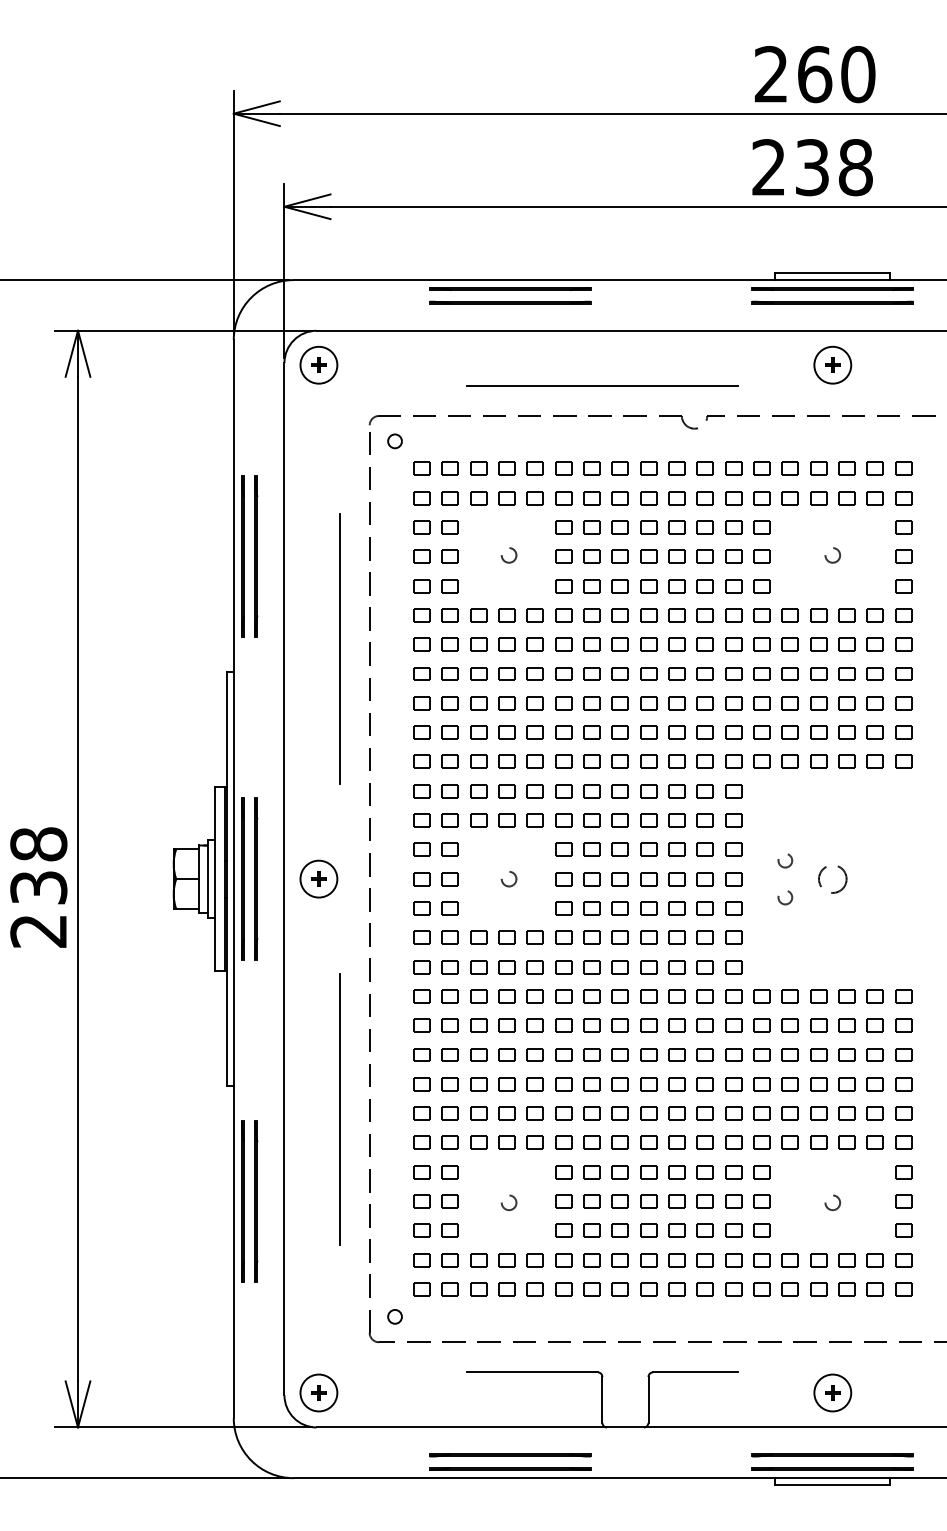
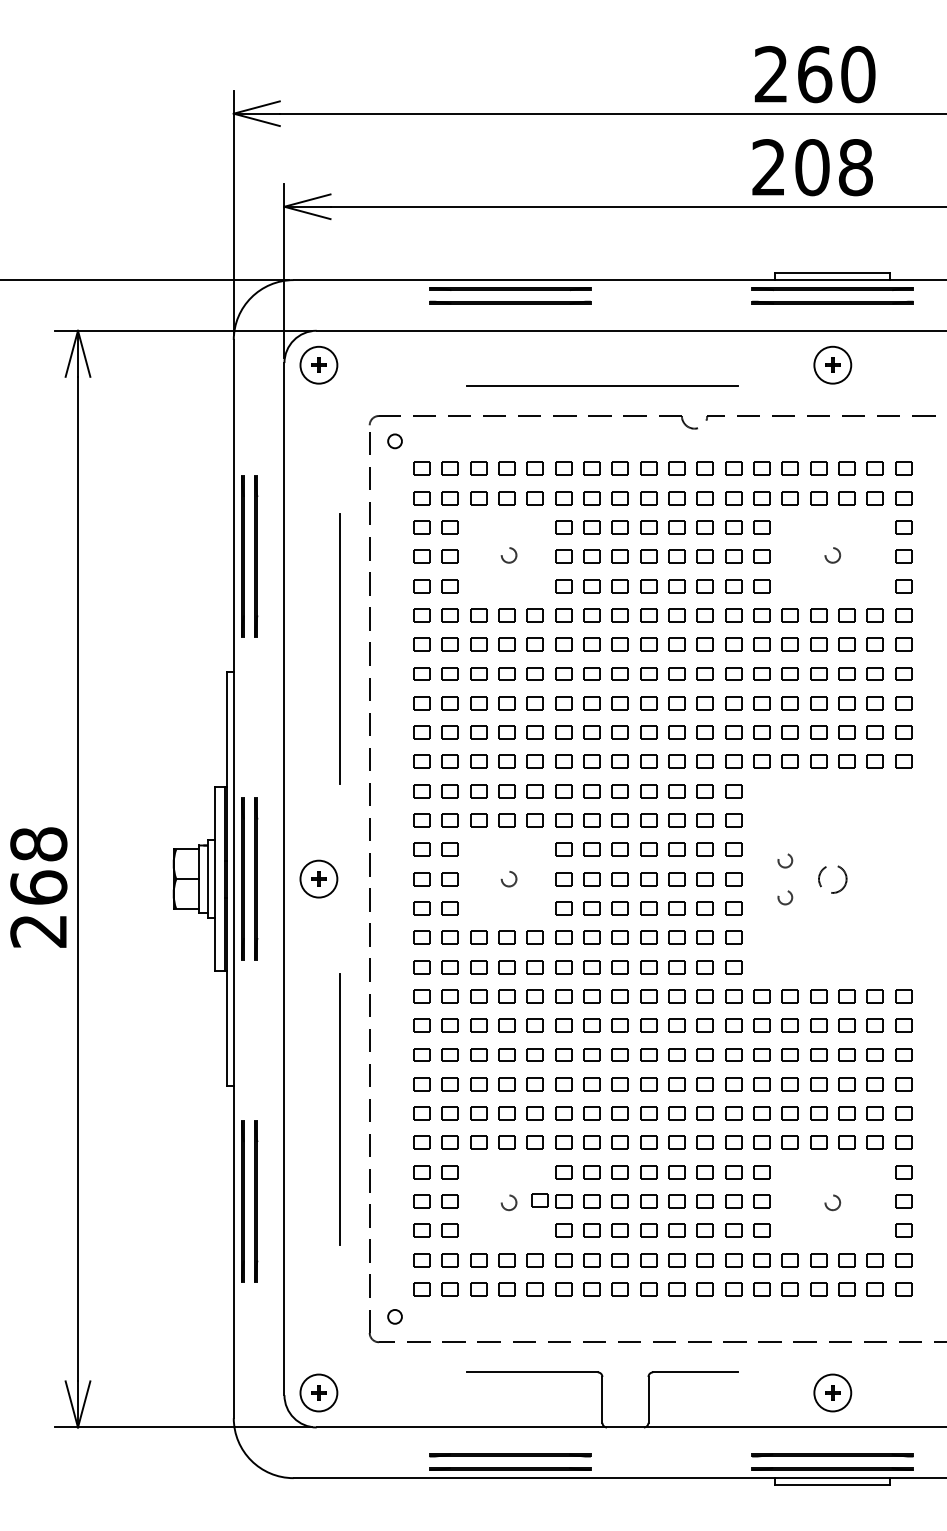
text at (812, 167): 238 -> 208
text at (38, 887): 238 -> 268
part at (539, 1200): none -> present
line at (145, 1478): present -> none
